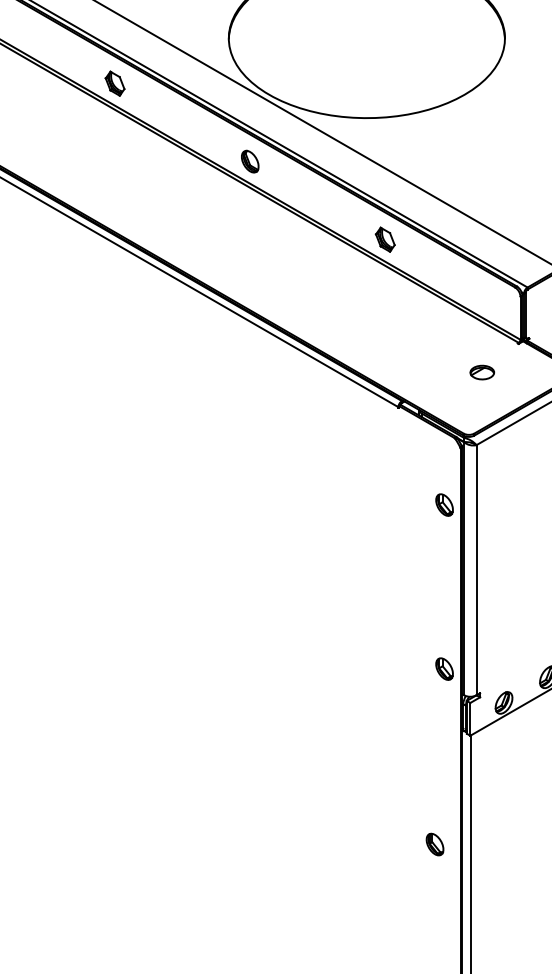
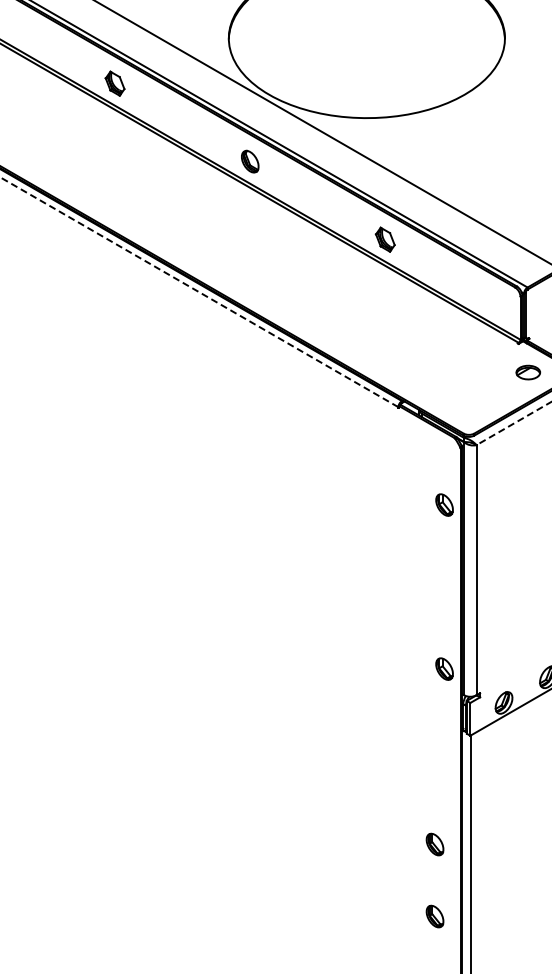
line at (199, 292): solid -> dashed
part at (482, 372) position: (482, 372) -> (528, 372)
line at (513, 423): solid -> dashed
part at (434, 916): none -> present
